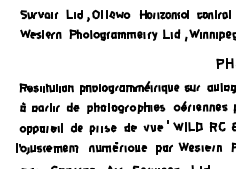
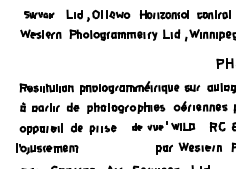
part at (39, 14) size: 39x10 px -> 31x8 px
part at (163, 125) size: 79x12 px -> 64x10 px
part at (117, 147): present -> none
